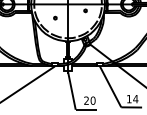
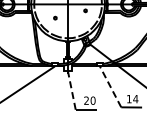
line at (110, 86): solid -> dashed
line at (71, 90): solid -> dashed
